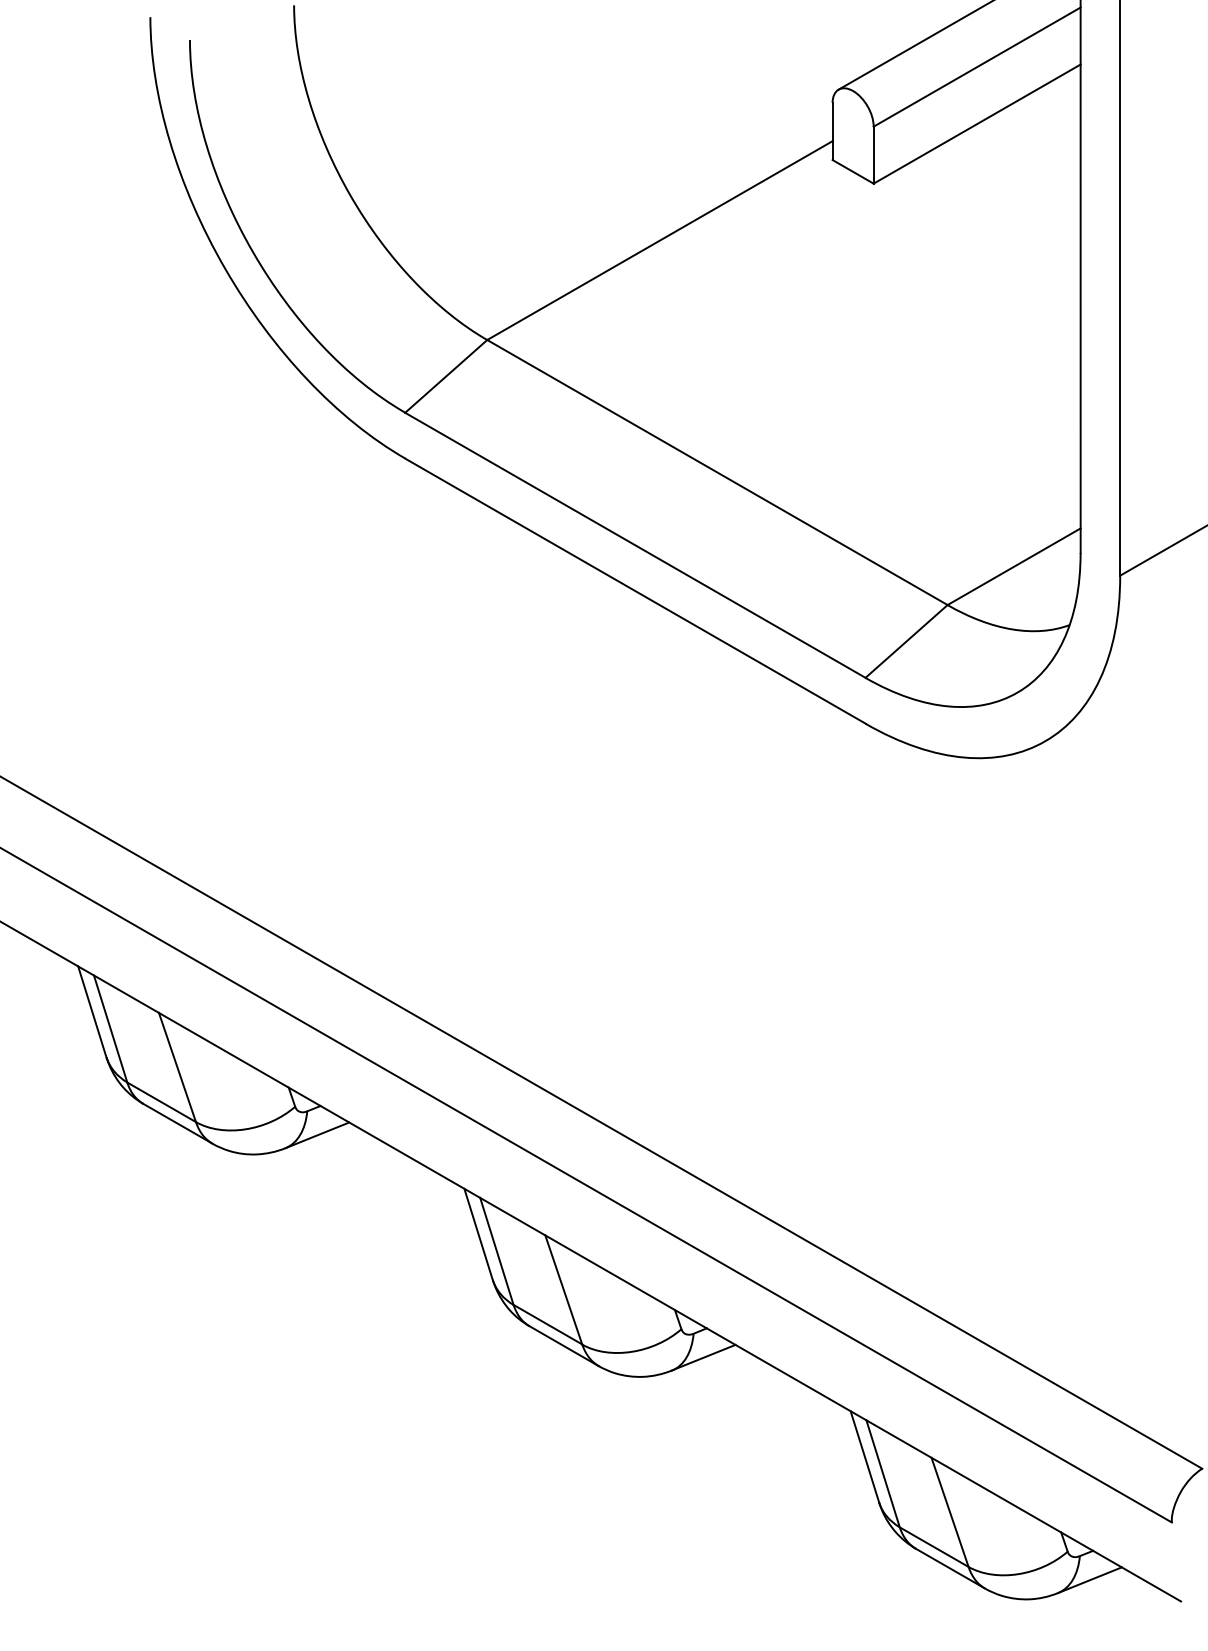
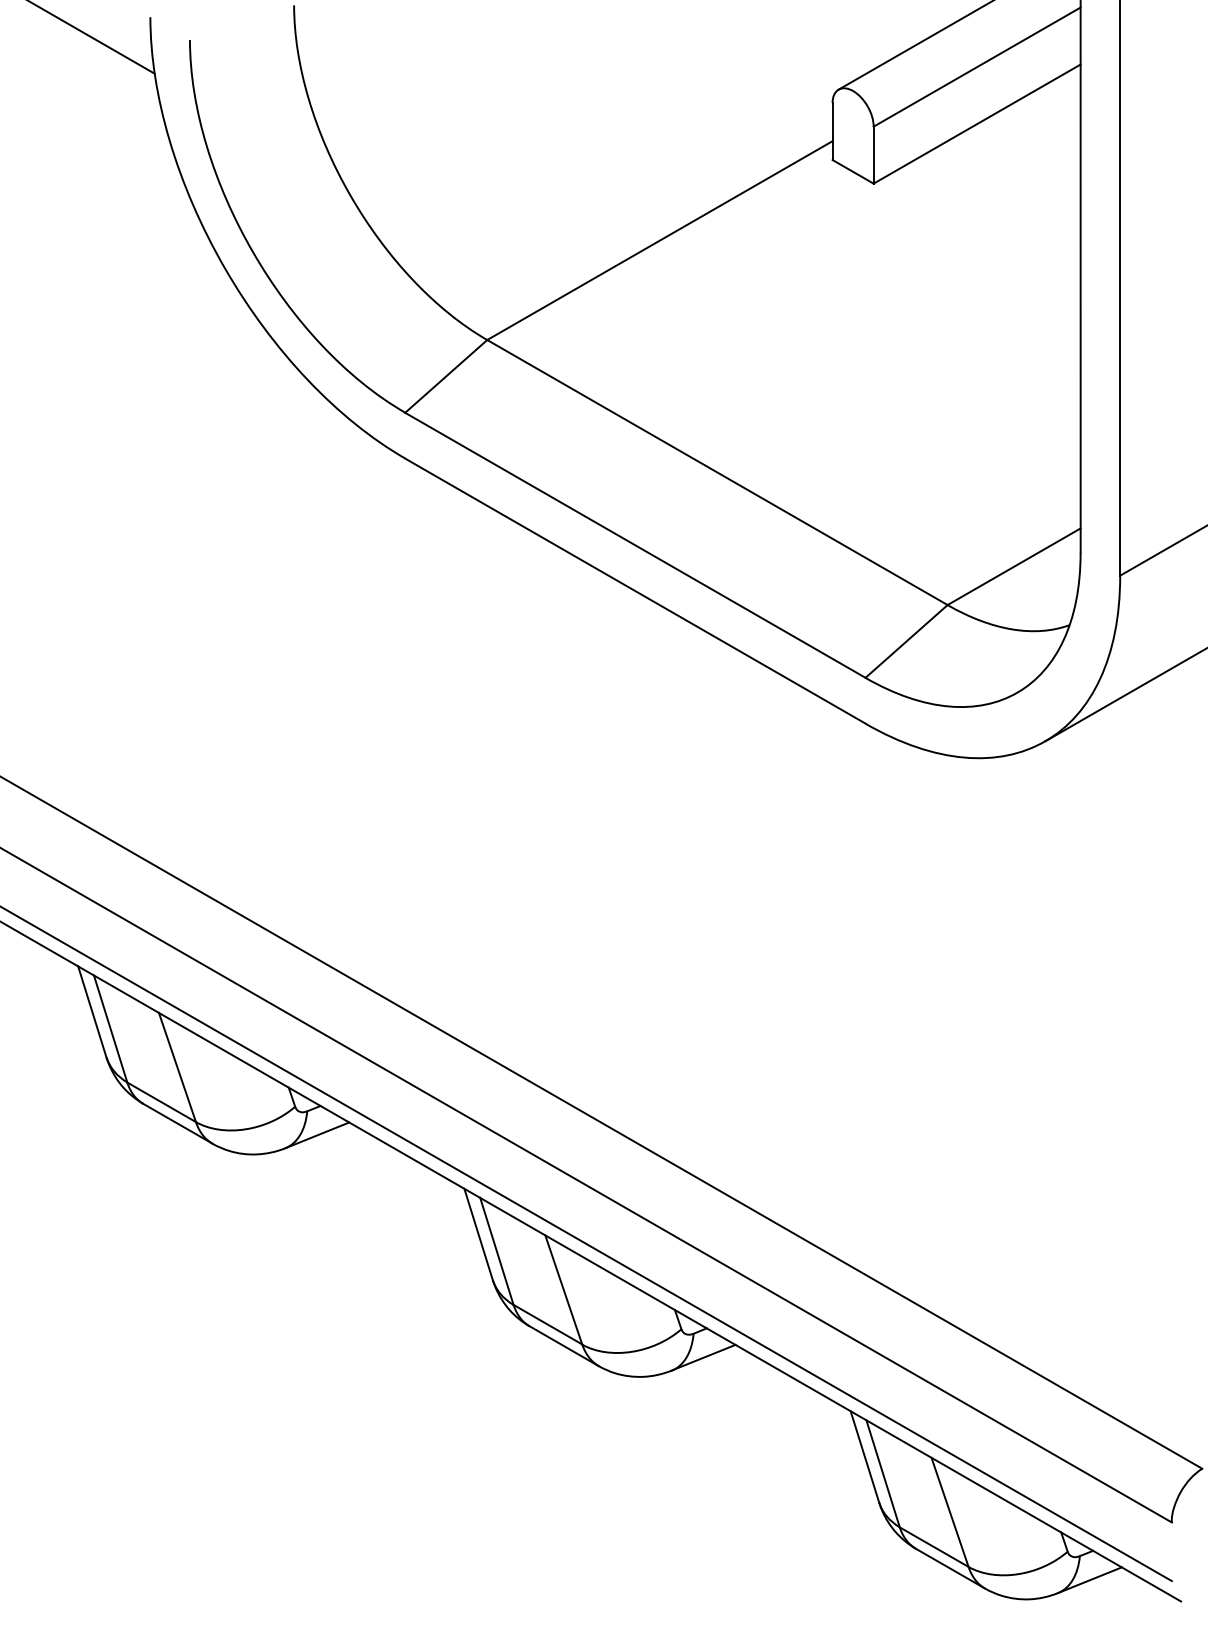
line at (92, 37): none -> present
line at (1124, 695): none -> present
line at (586, 1244): none -> present
